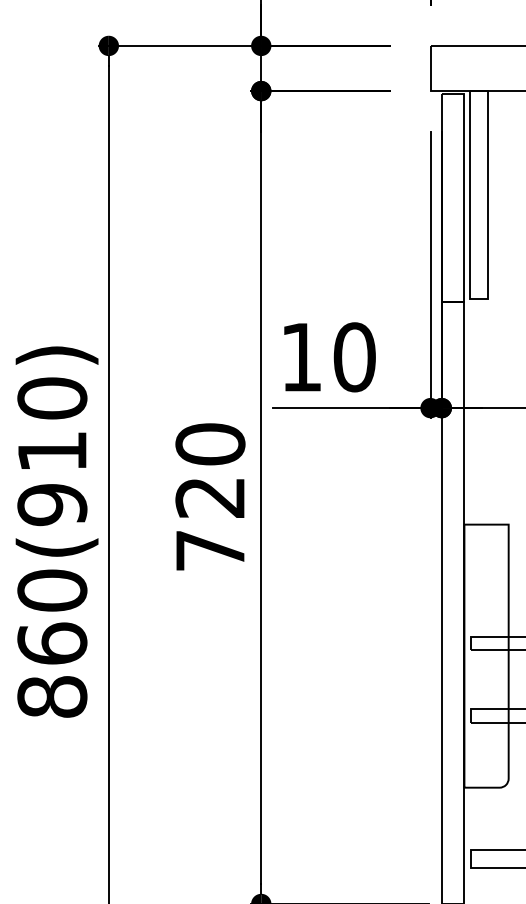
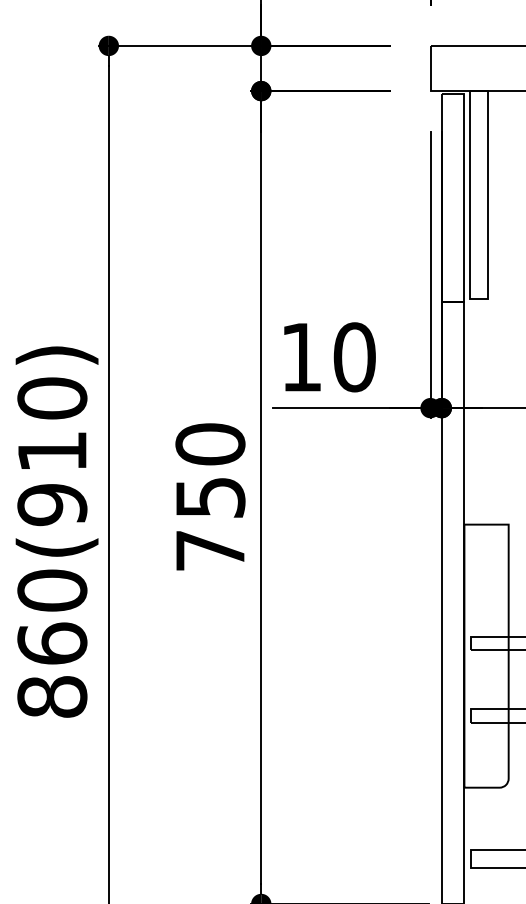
text at (210, 497): 720 -> 750
